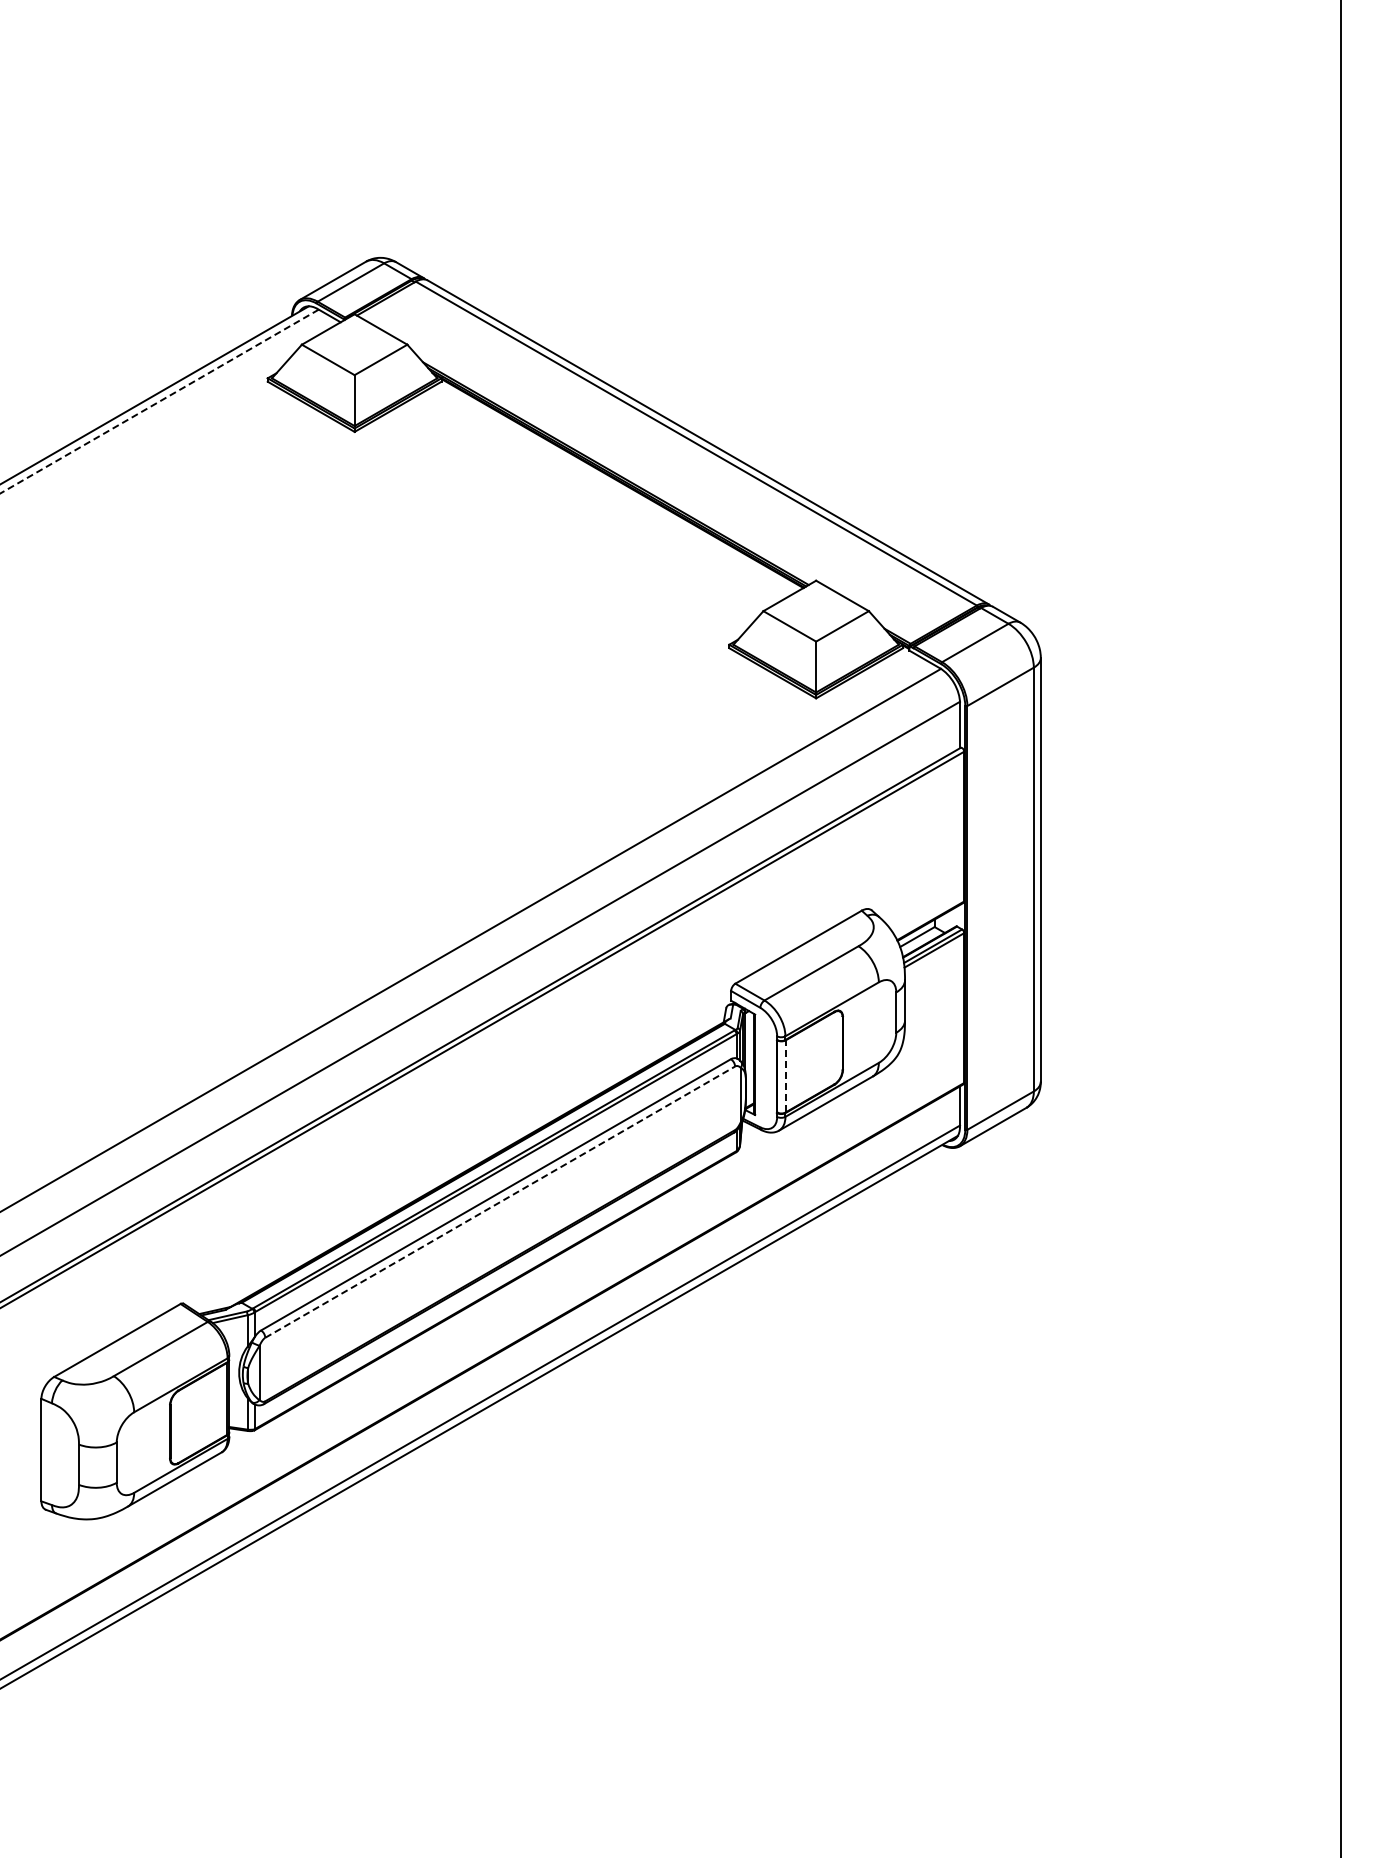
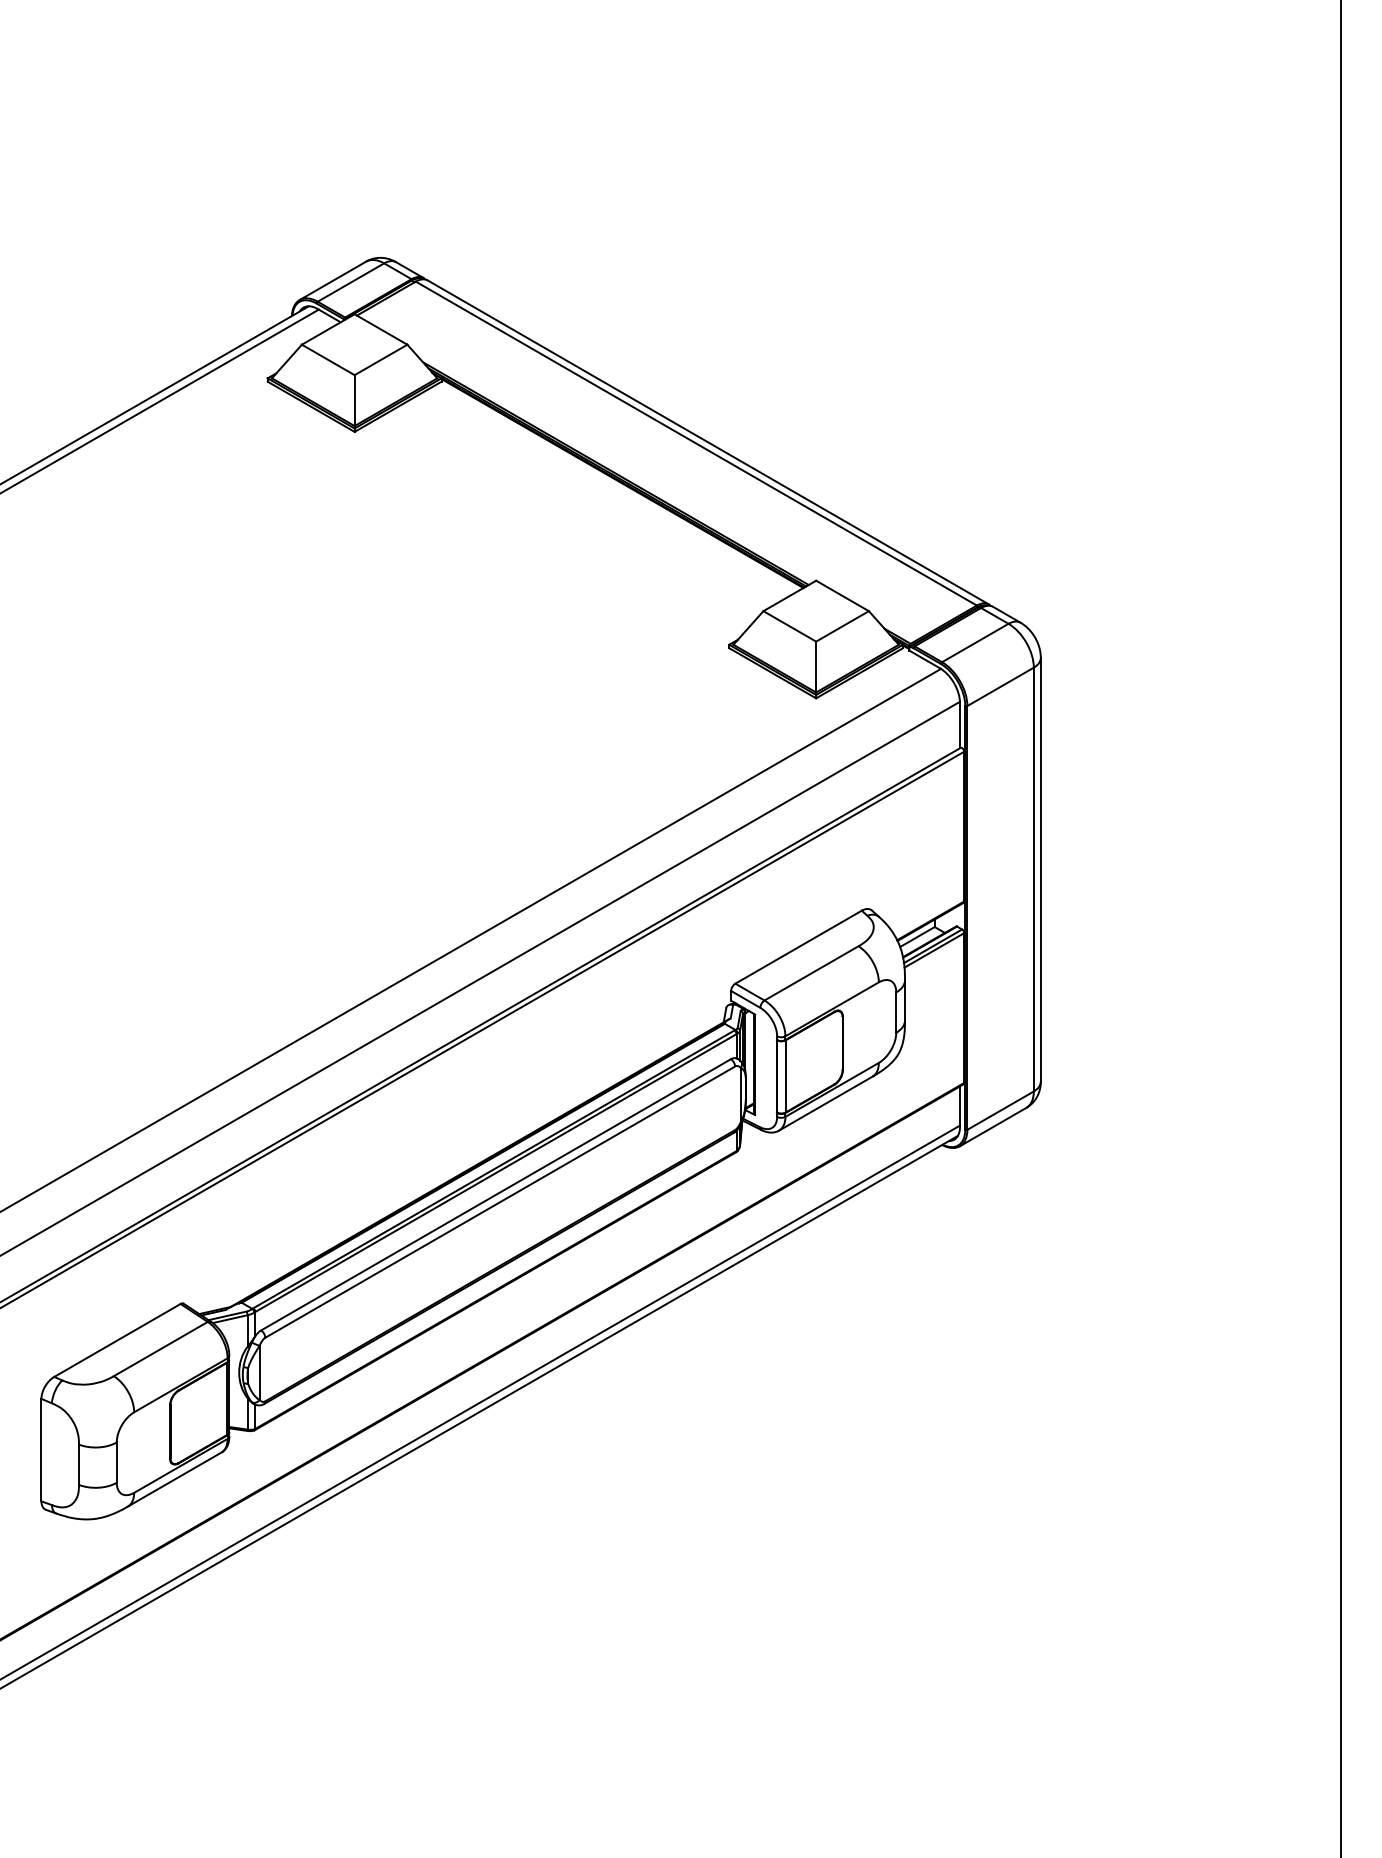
line at (159, 401): dashed -> solid
line at (785, 1075): dashed -> solid
line at (500, 1201): dashed -> solid
